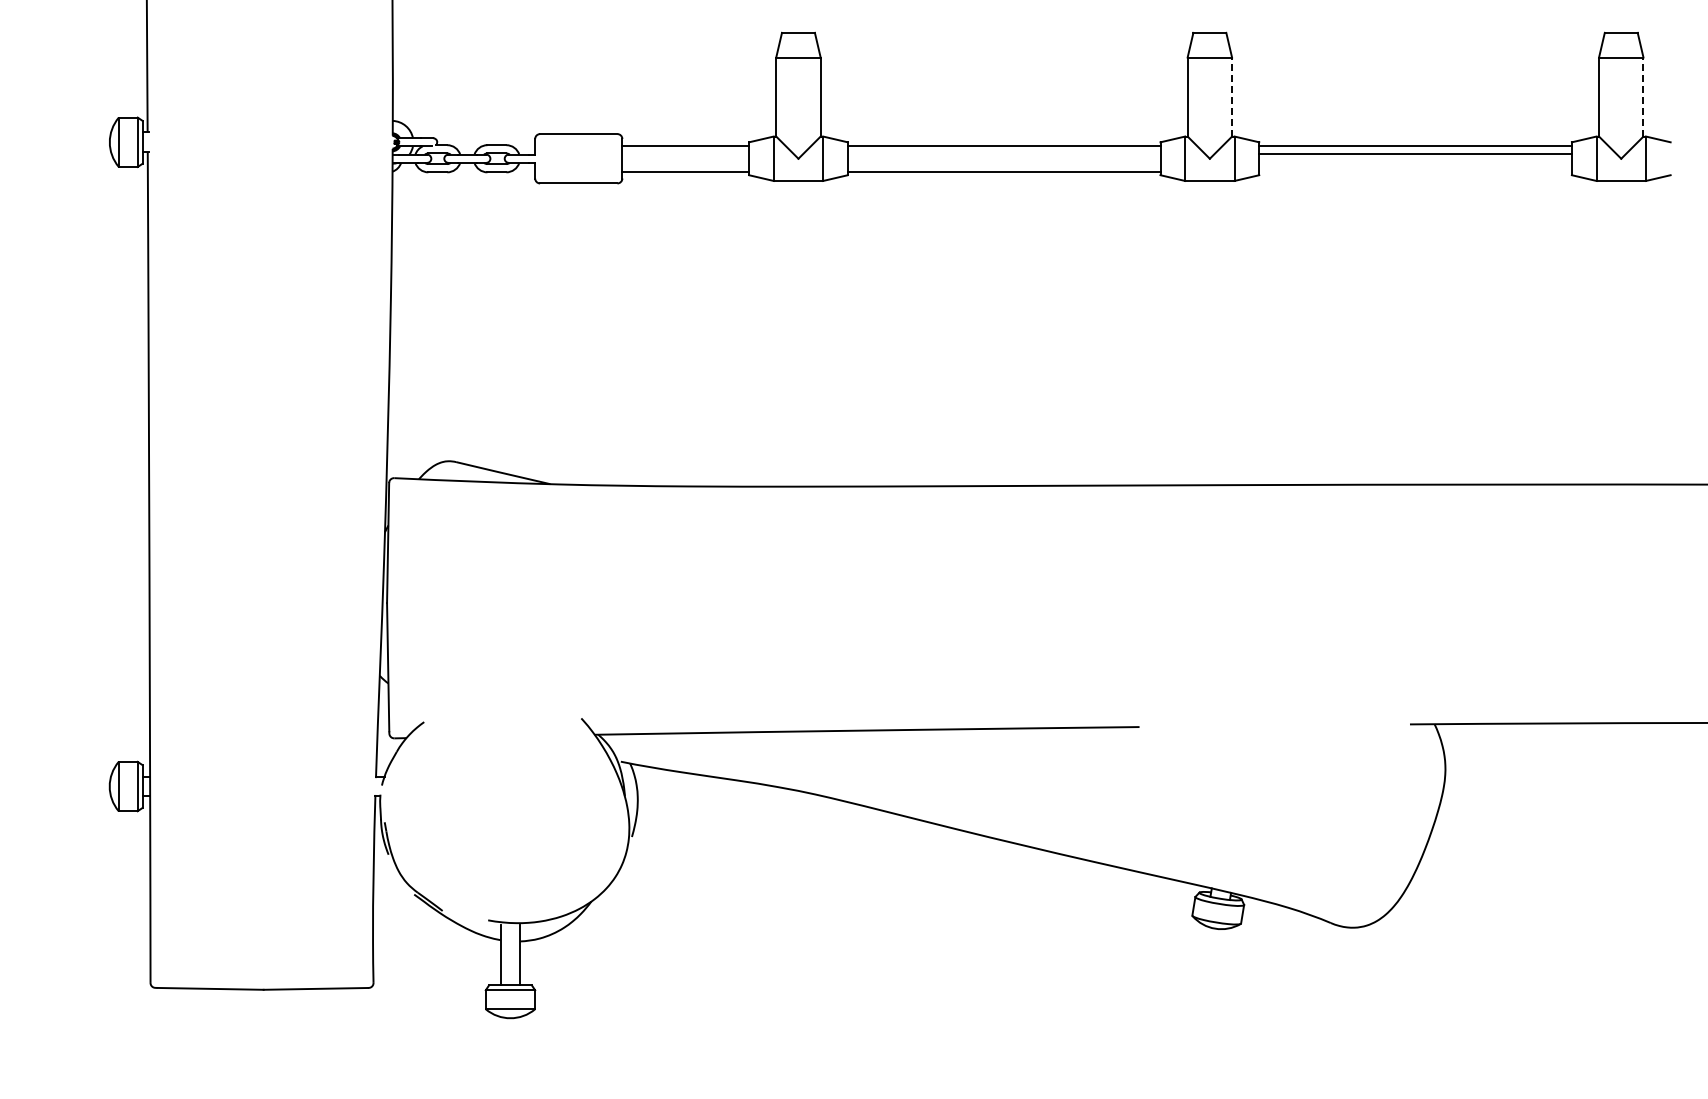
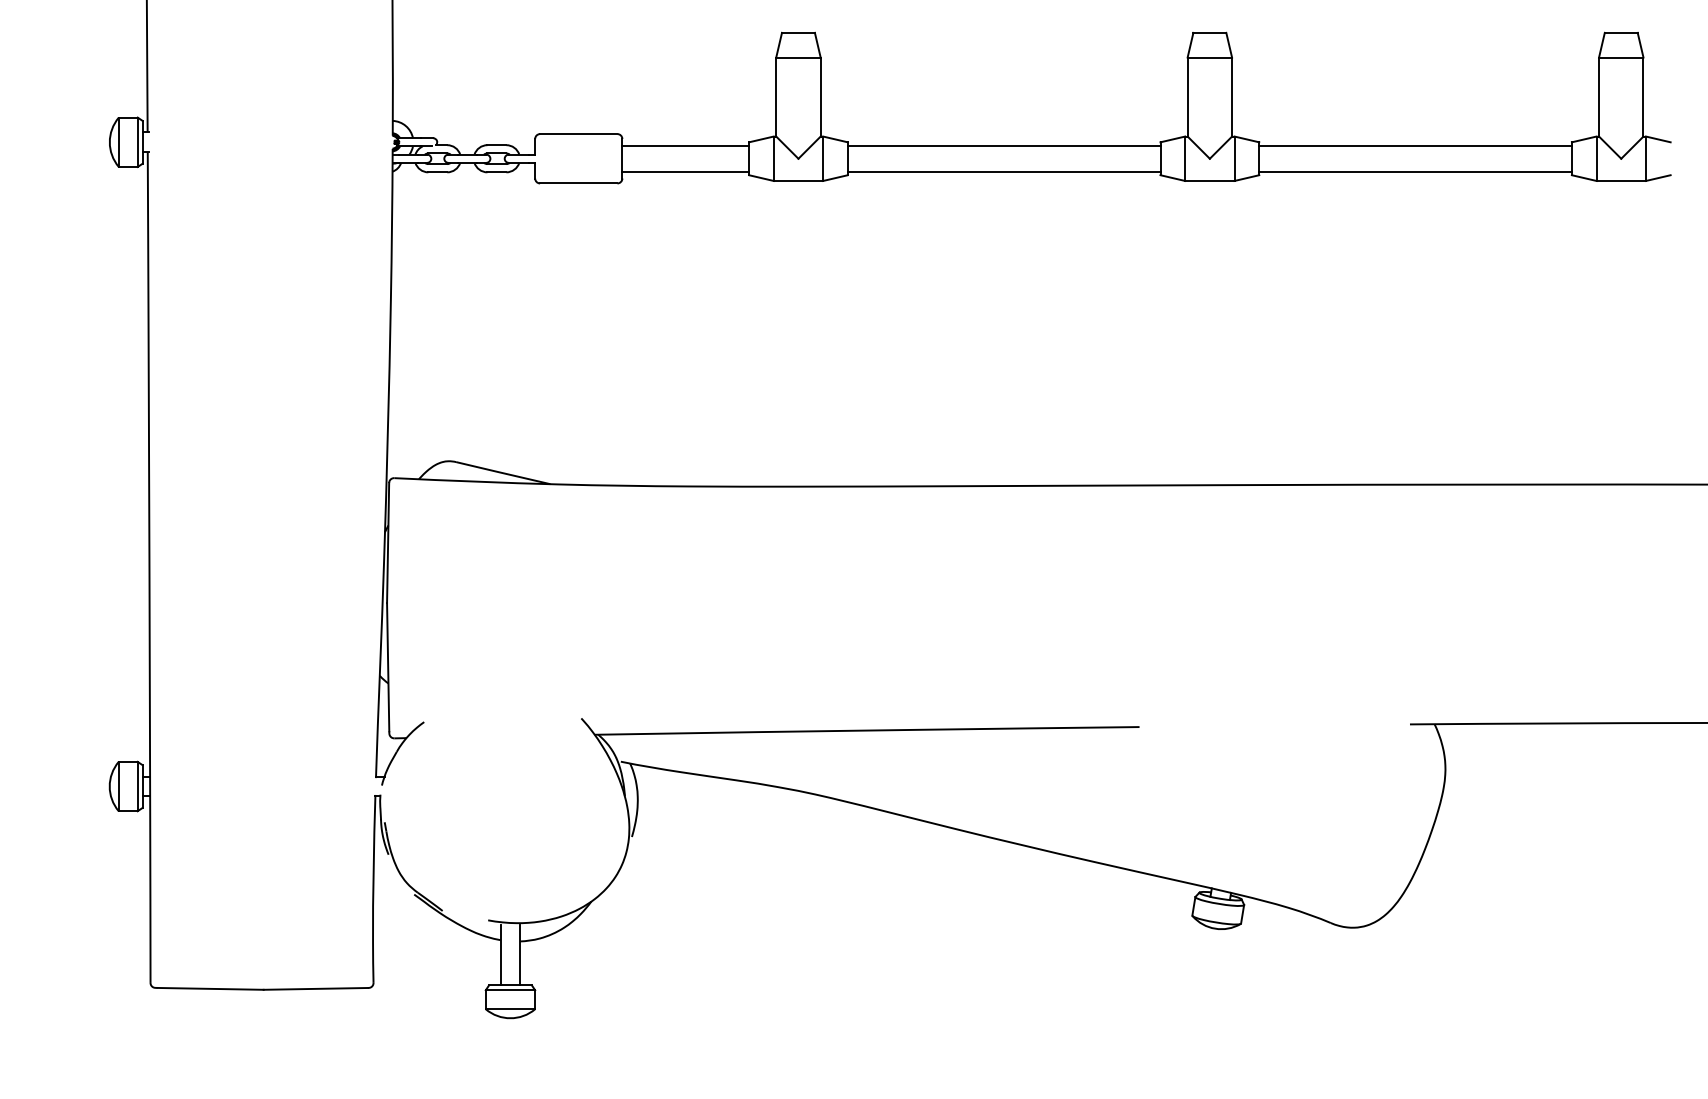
line at (1232, 96): dashed -> solid
line at (1643, 96): dashed -> solid
line at (1415, 153) position: (1415, 153) -> (1415, 171)
